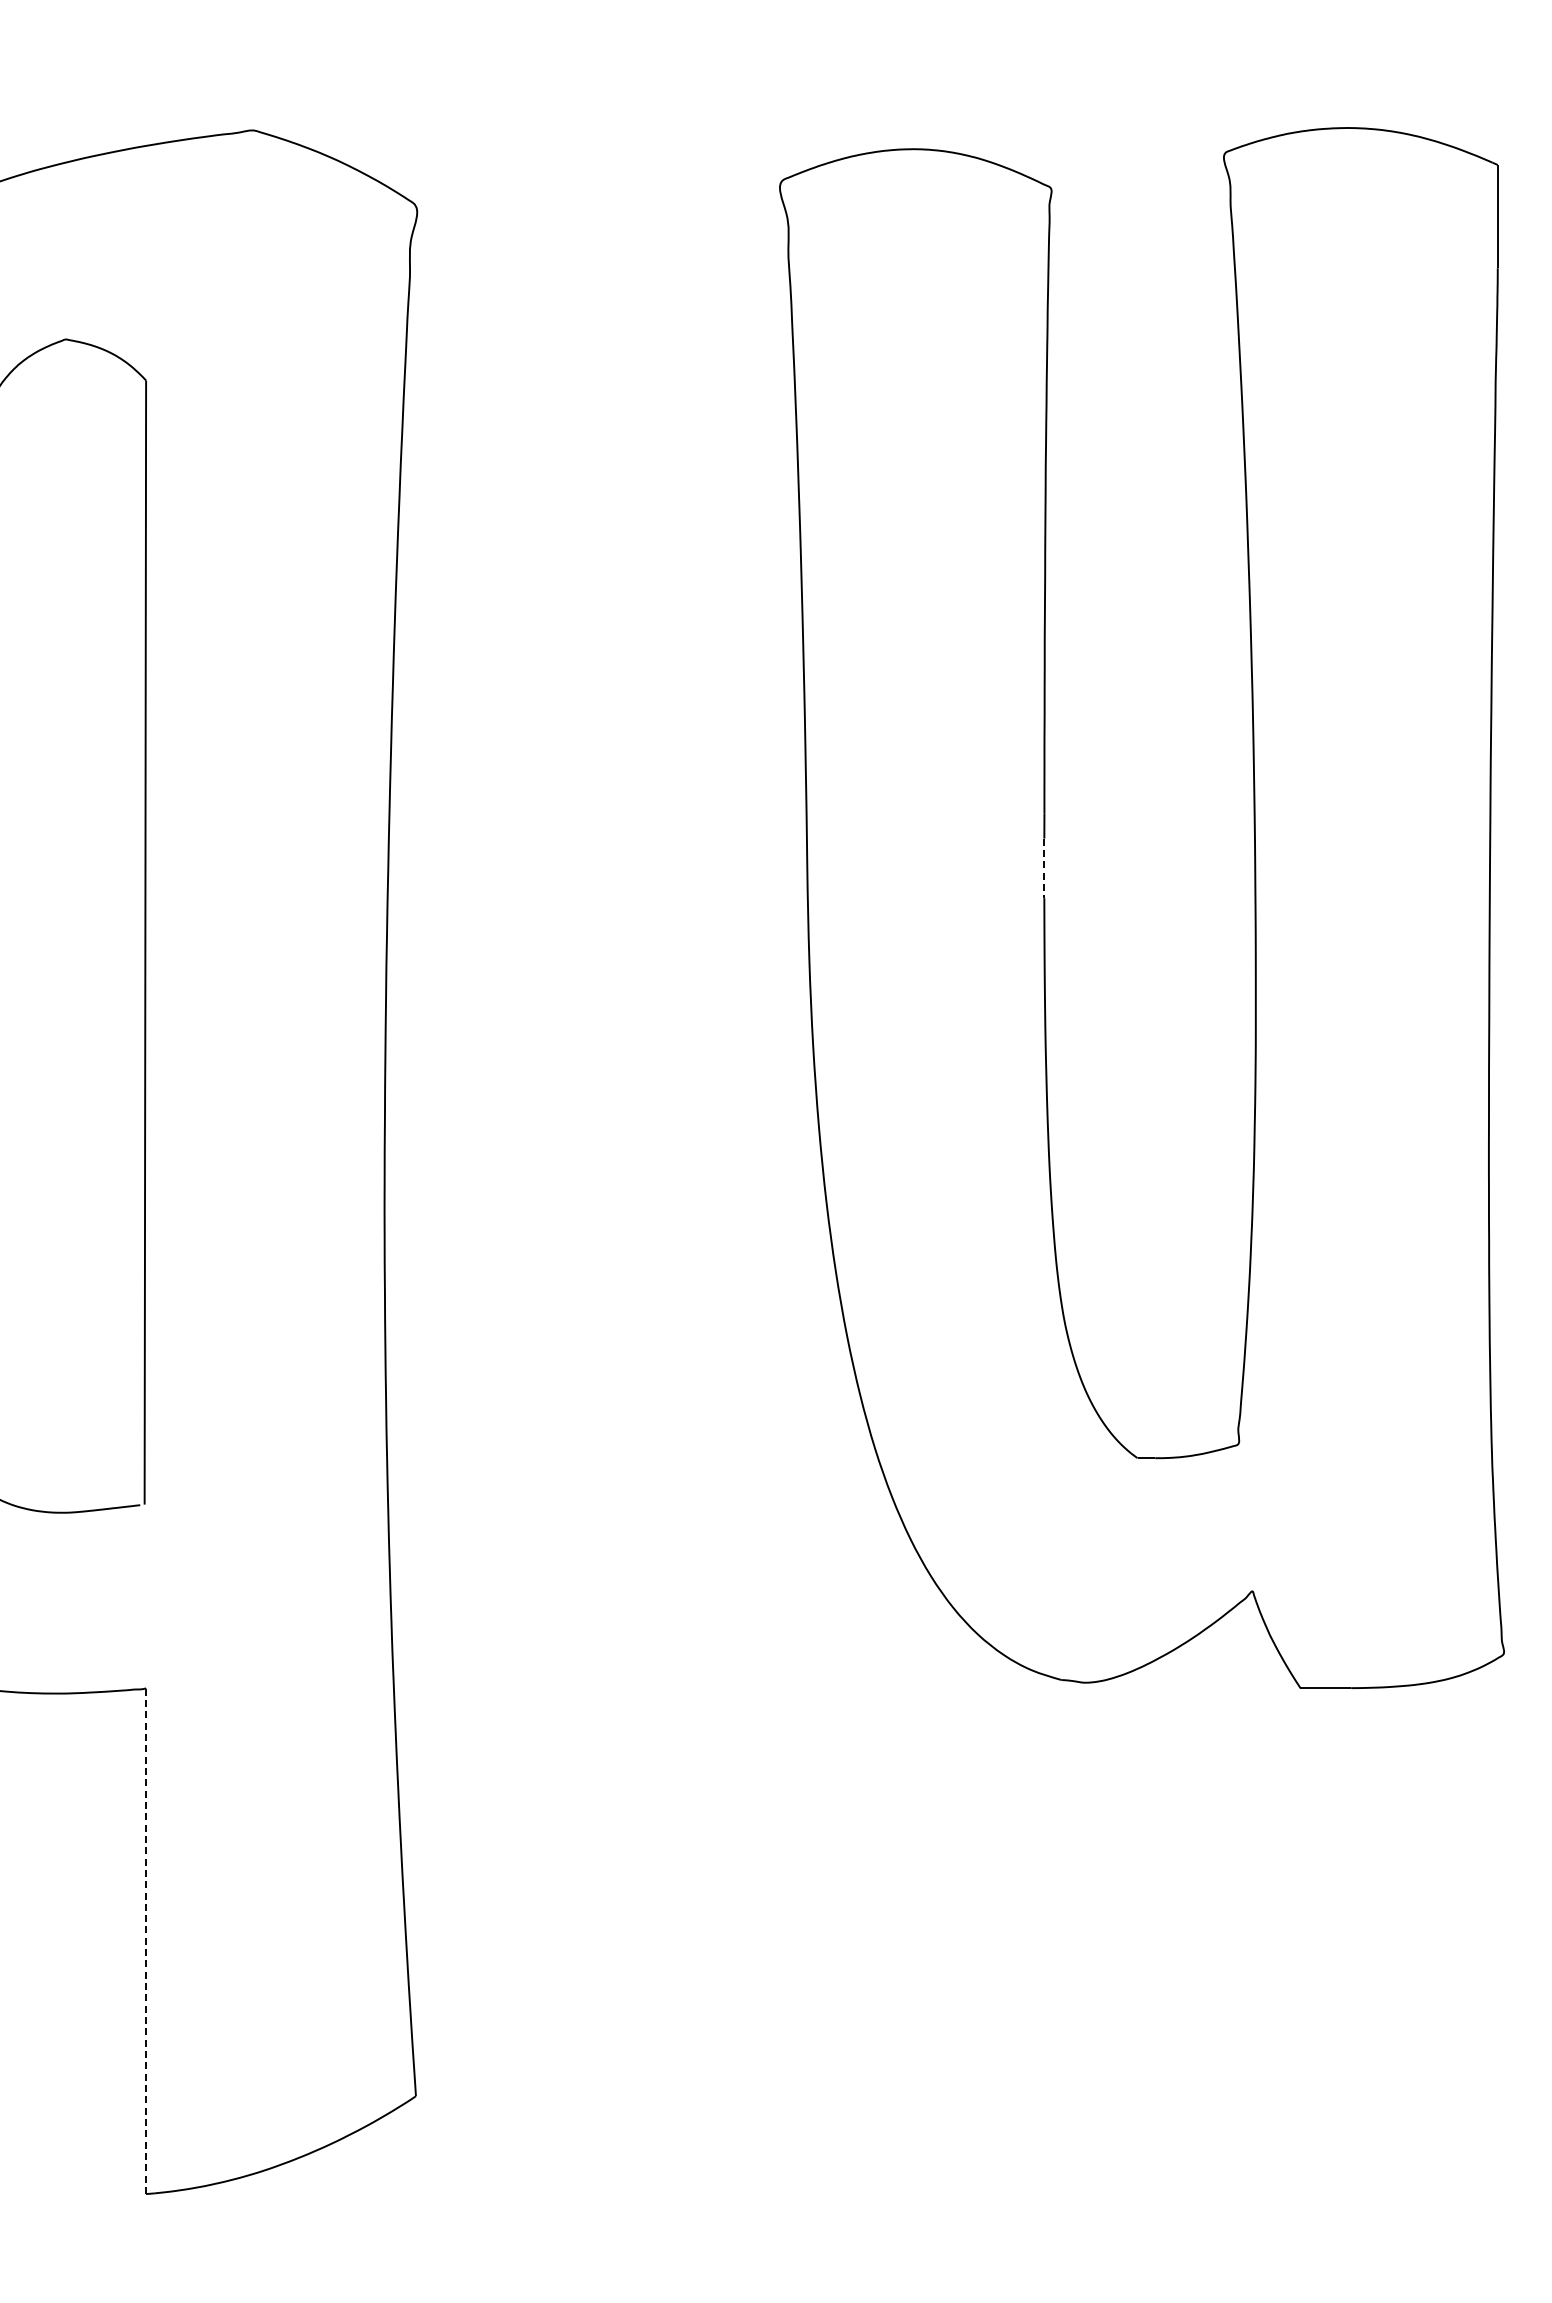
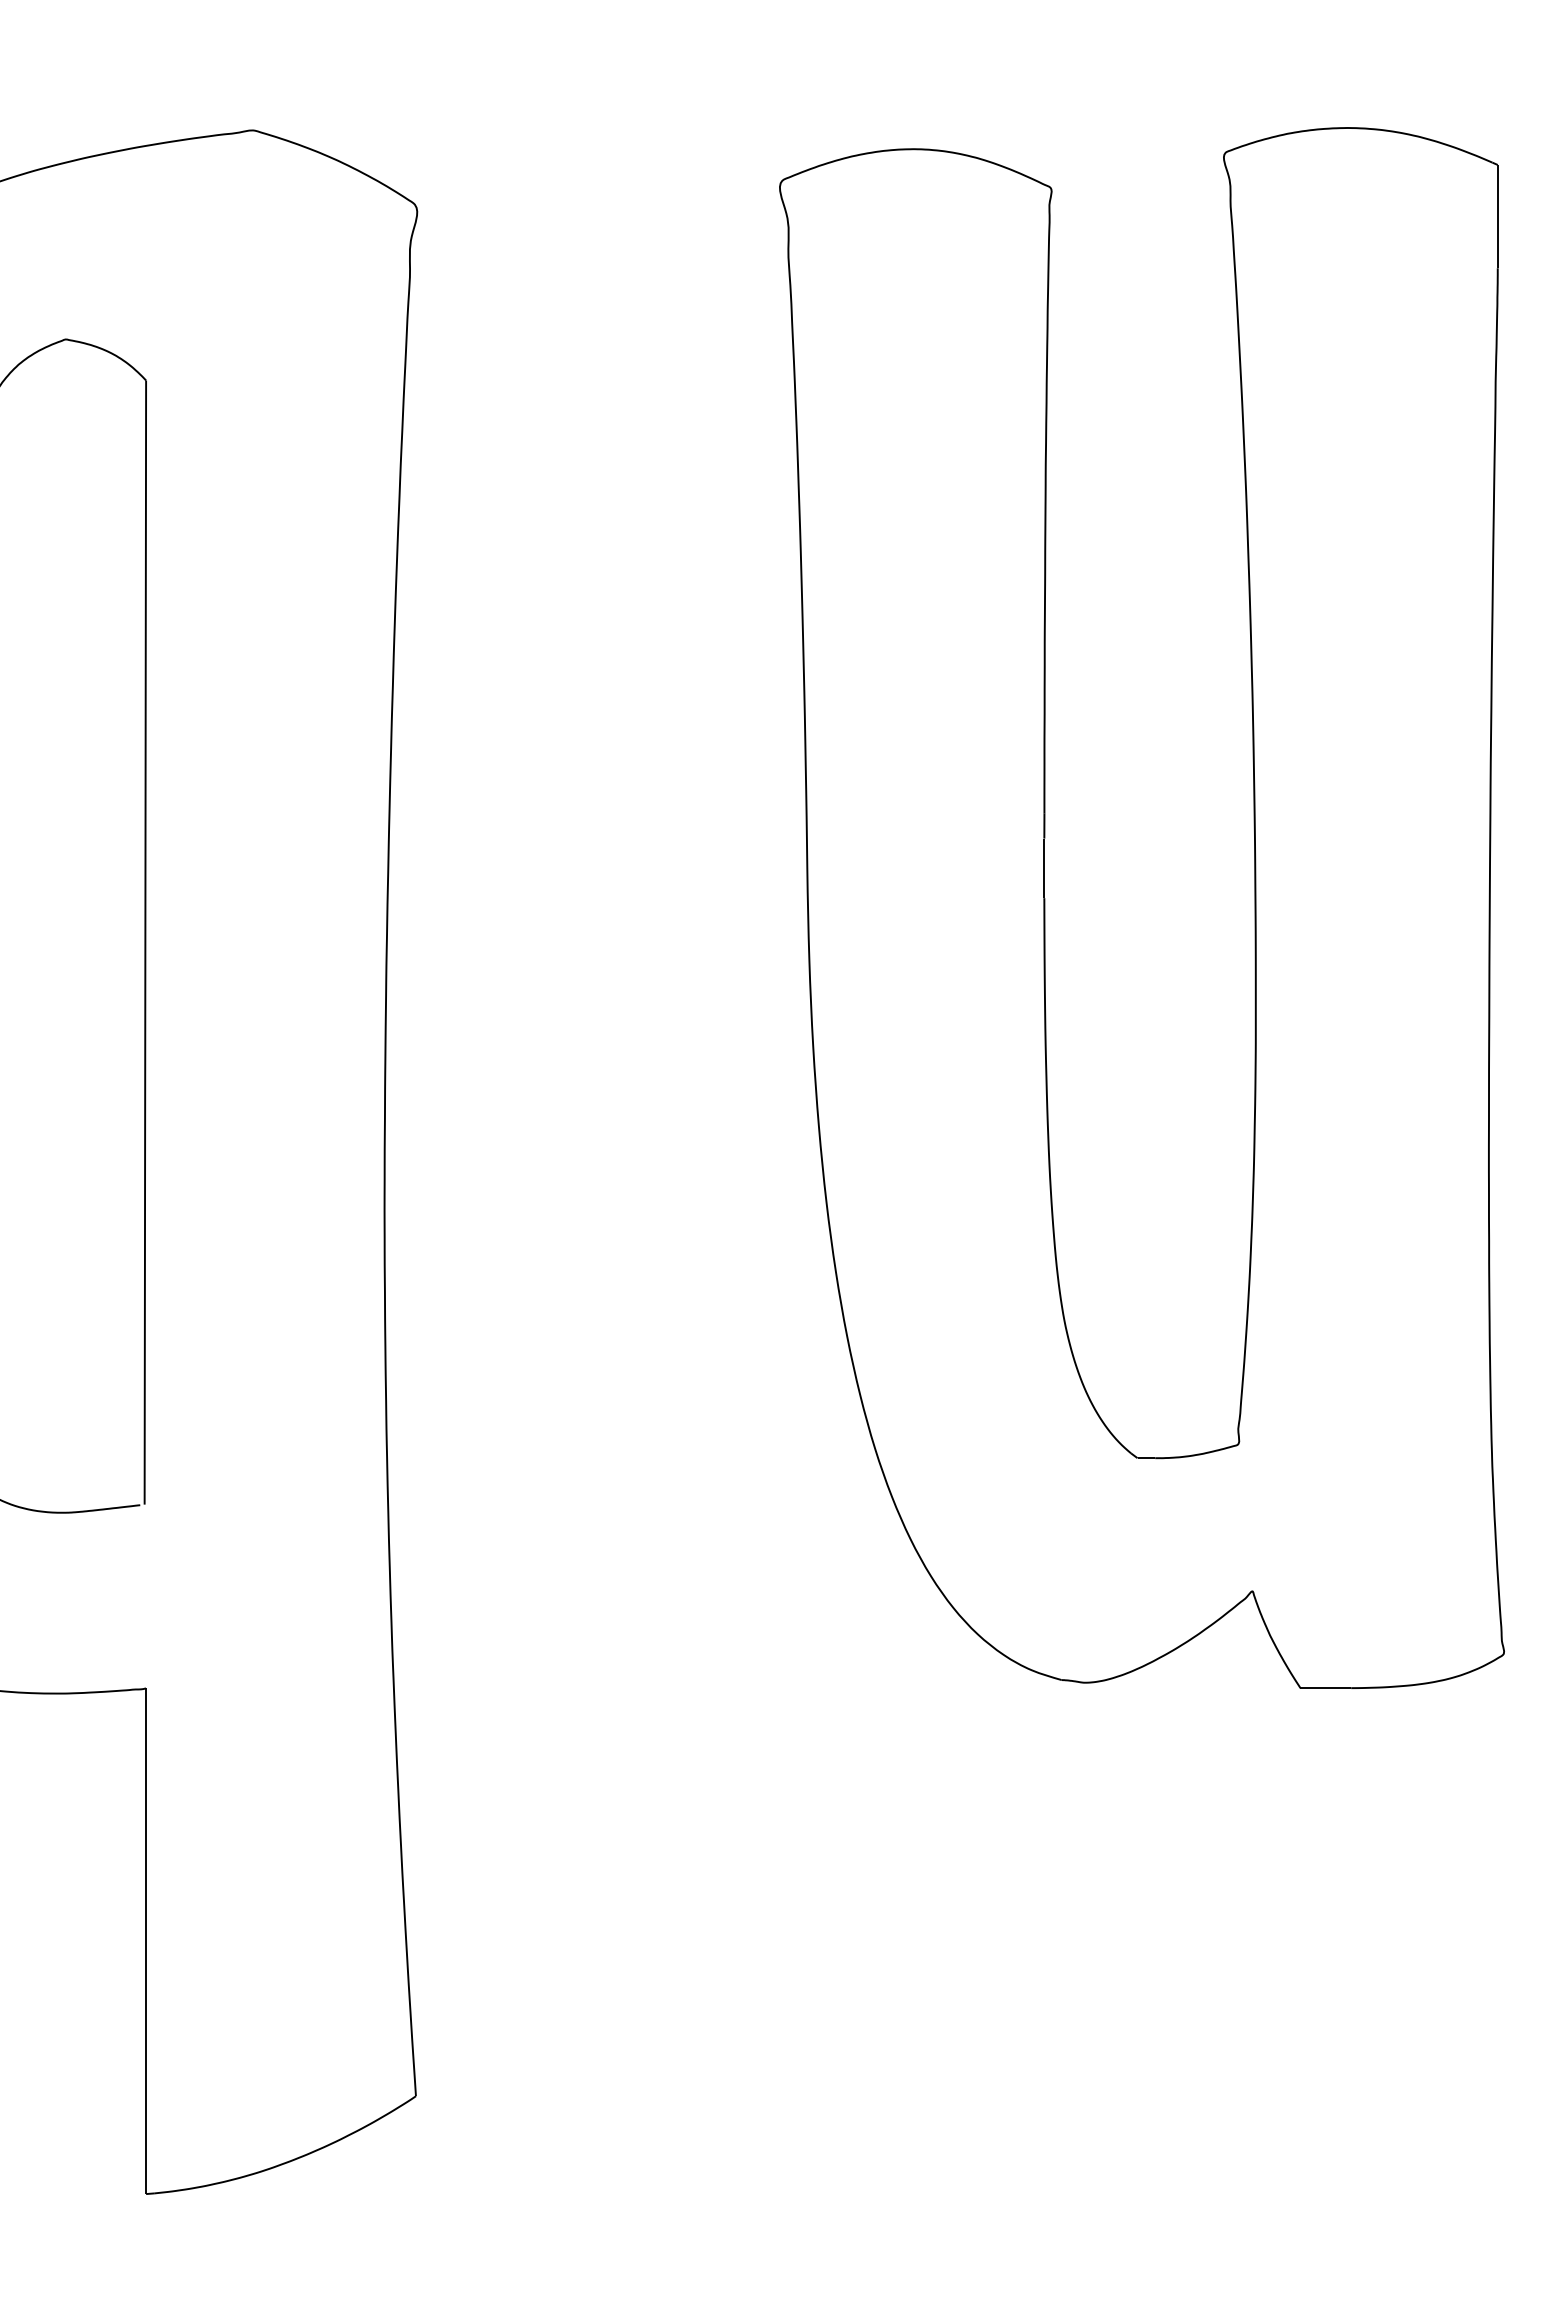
line at (1044, 868): dashed -> solid
line at (146, 1941): dashed -> solid
